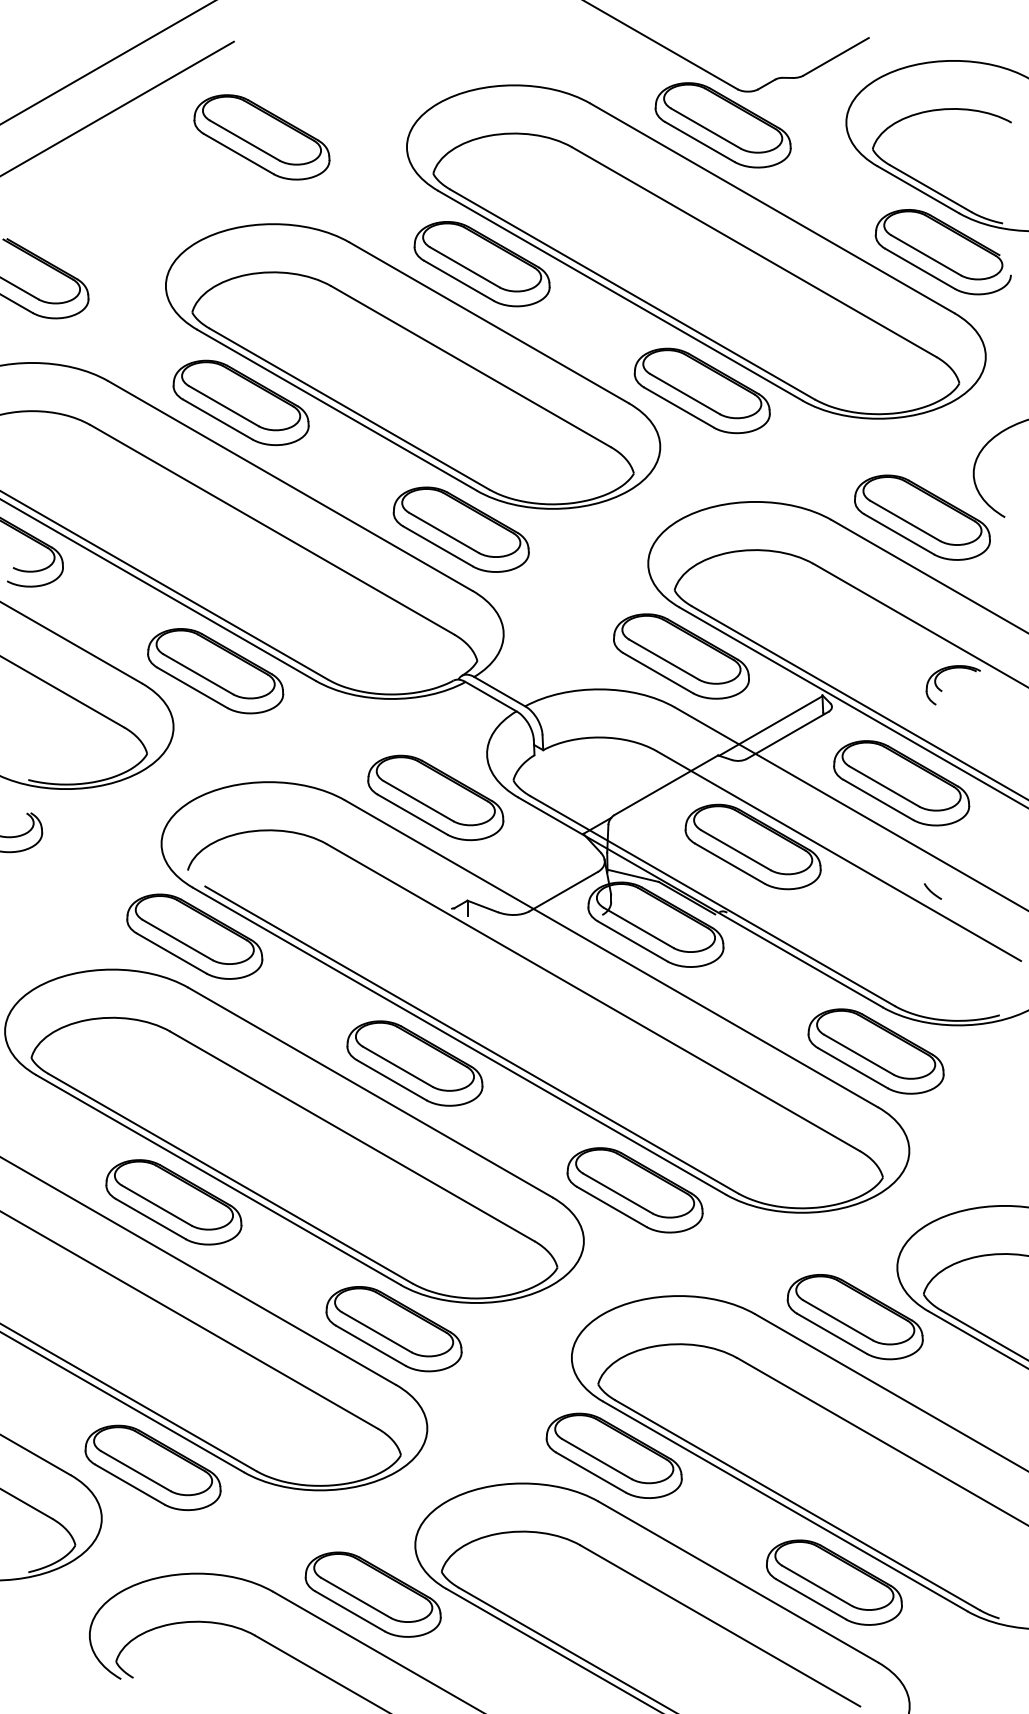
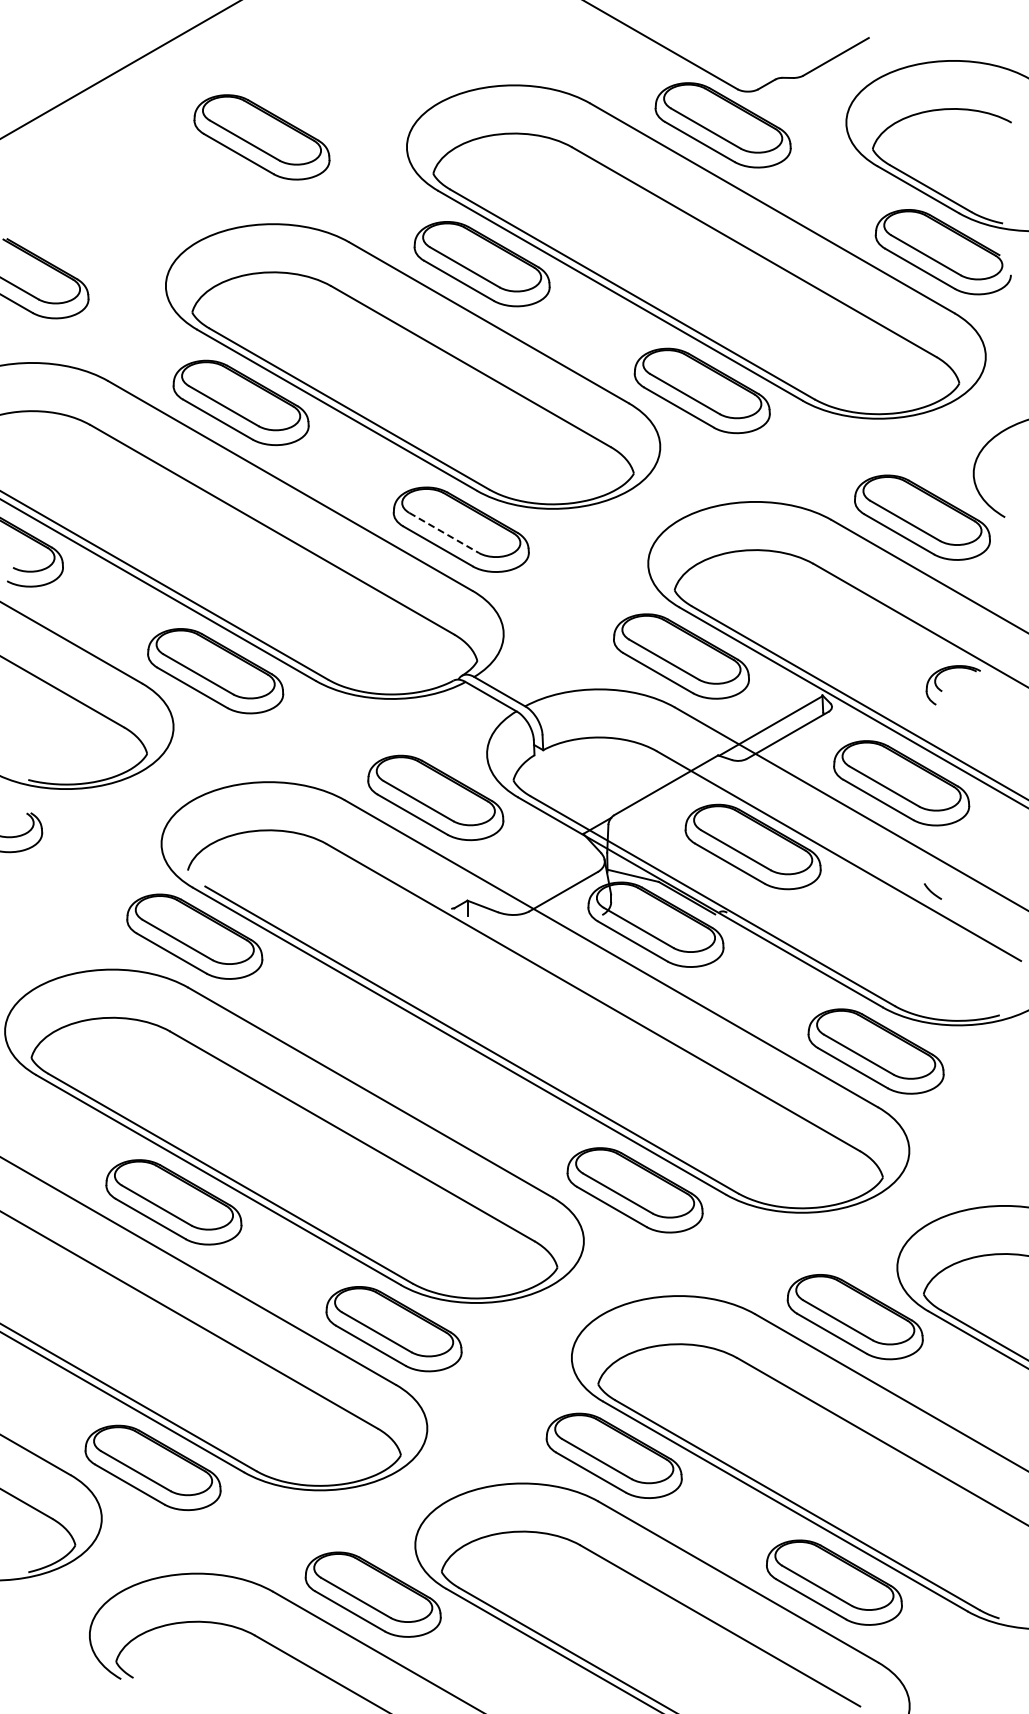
line at (107, 62) position: (107, 62) -> (120, 69)
line at (117, 108): present -> none
line at (444, 533): solid -> dashed
part at (414, 1063): present -> none
